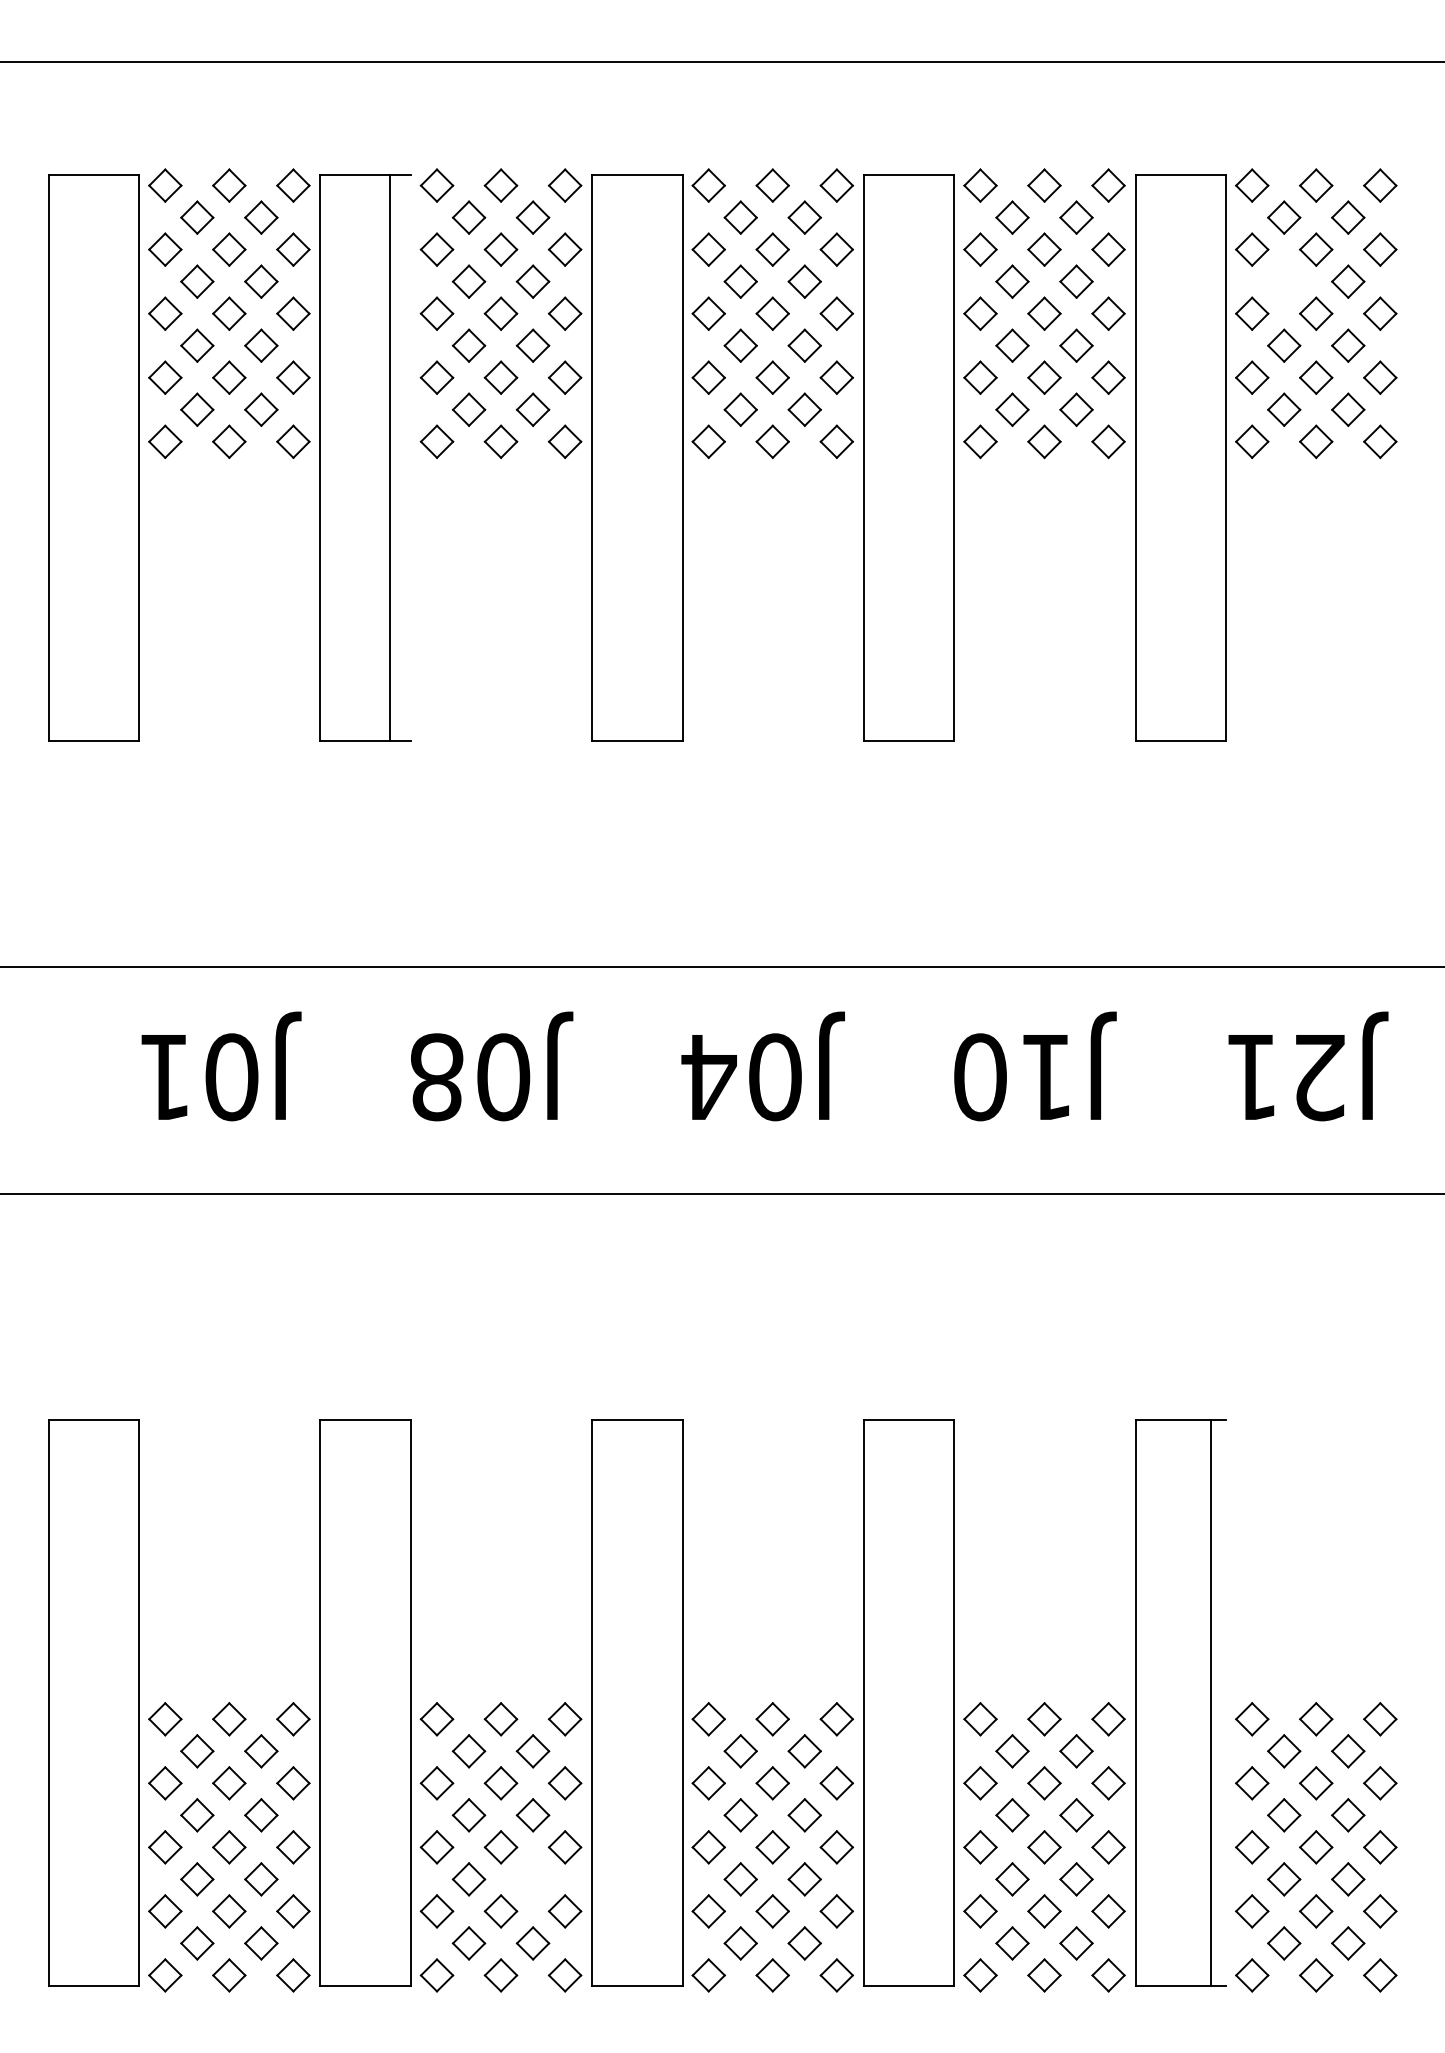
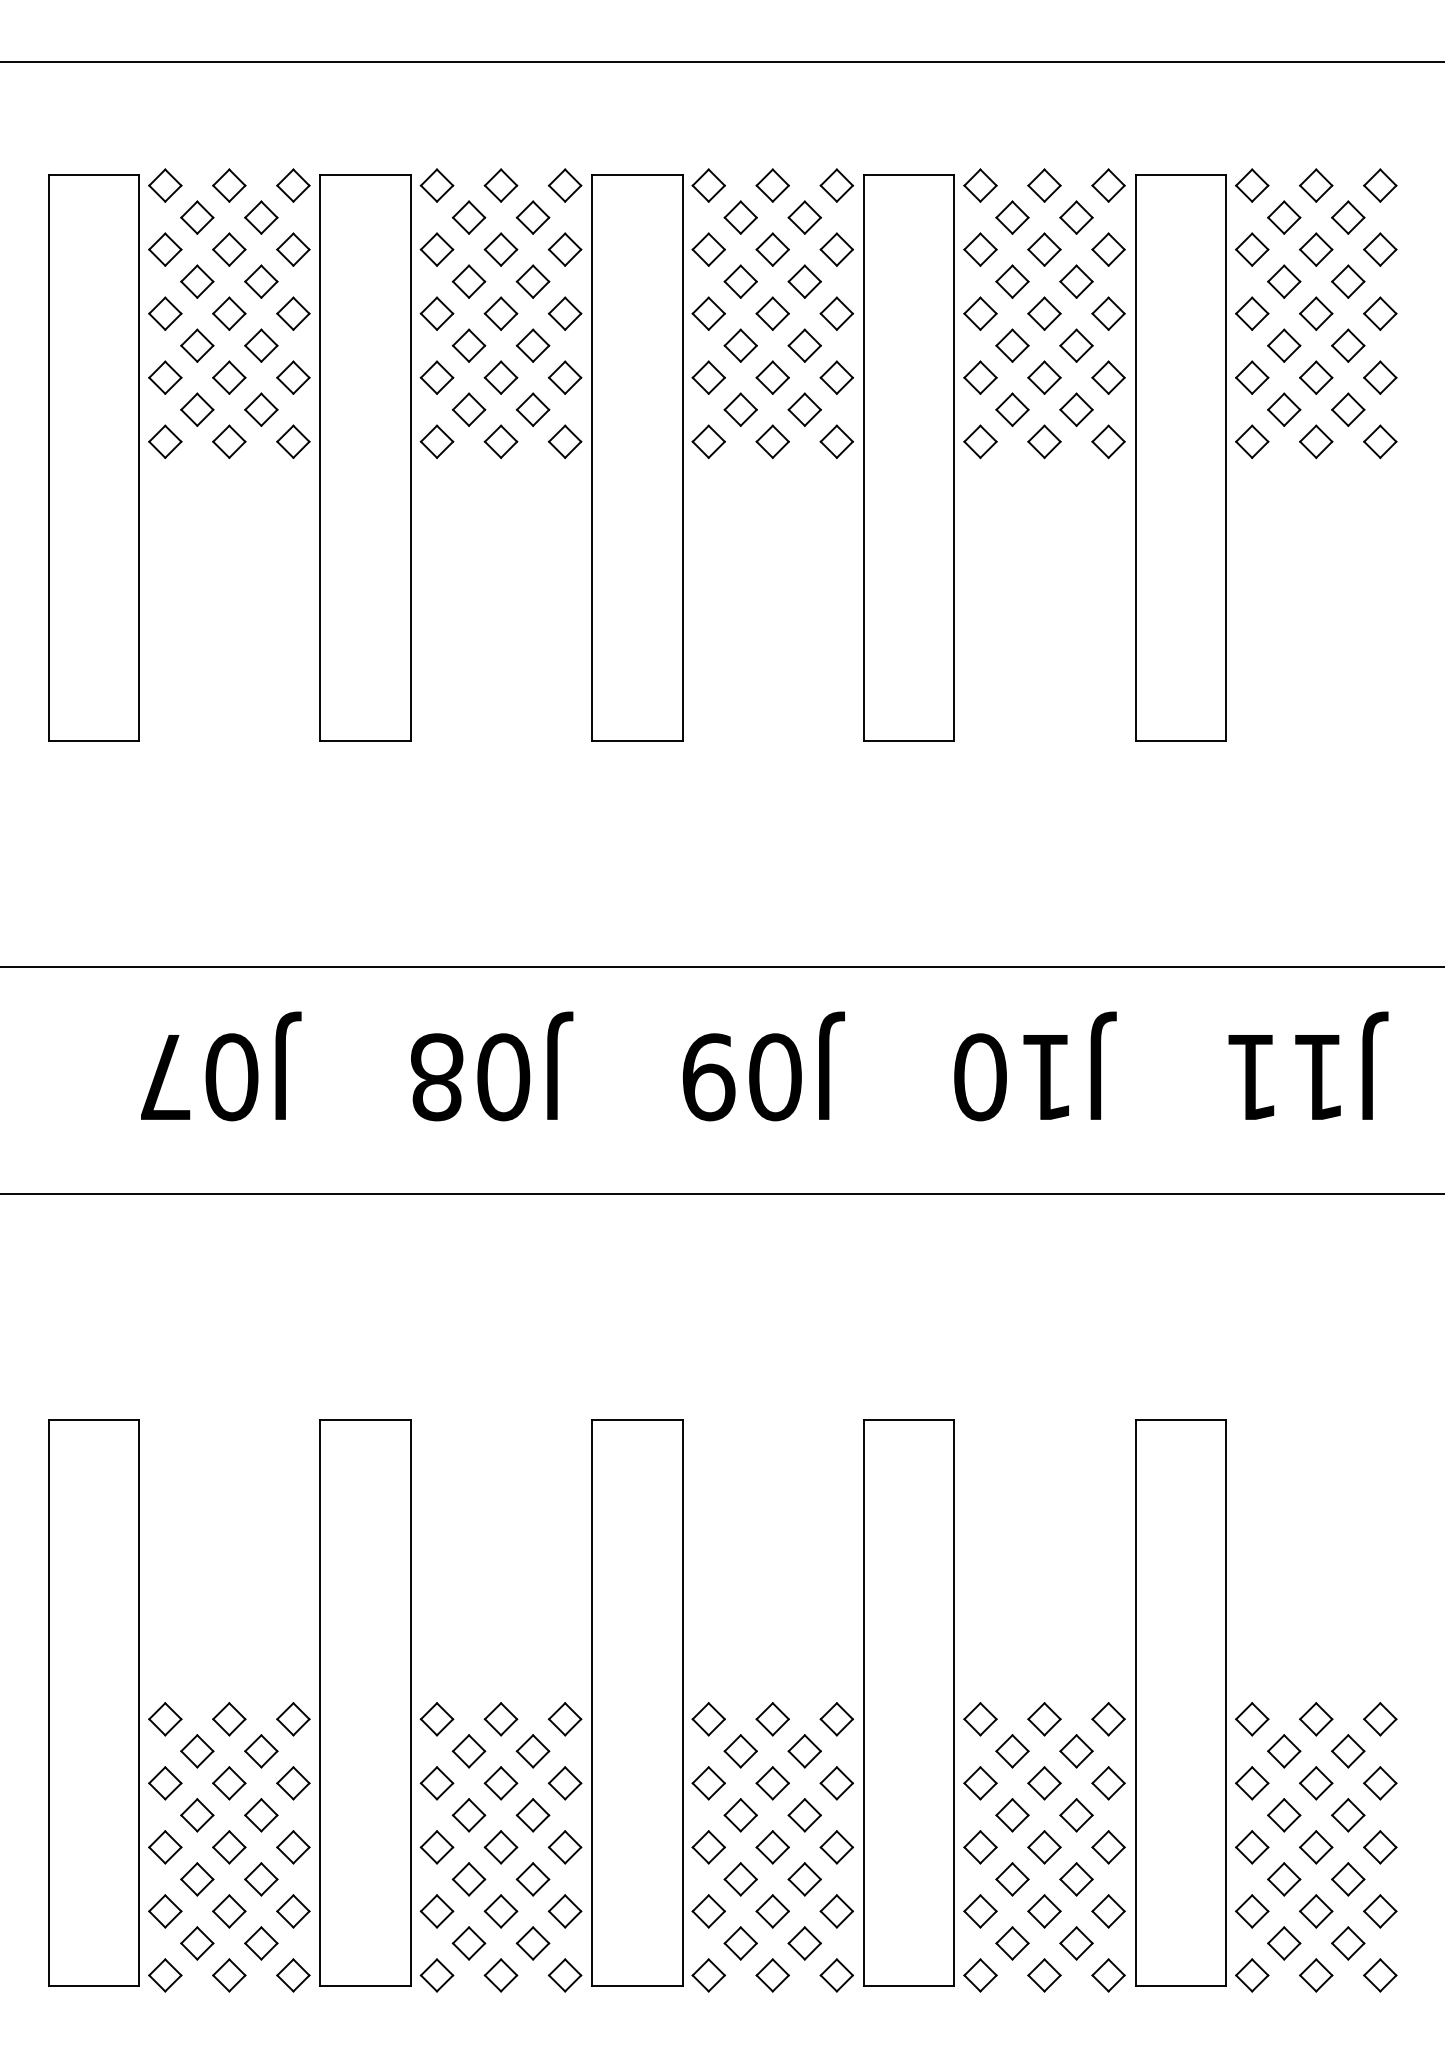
part at (1284, 281): none -> present
line at (389, 457) position: (389, 457) -> (410, 457)
text at (165, 1077): J01 -> J07
text at (708, 1077): J04 -> J09
text at (1319, 1078): J21 -> J11
line at (1211, 1703) position: (1211, 1703) -> (1226, 1703)
part at (532, 1879): none -> present
